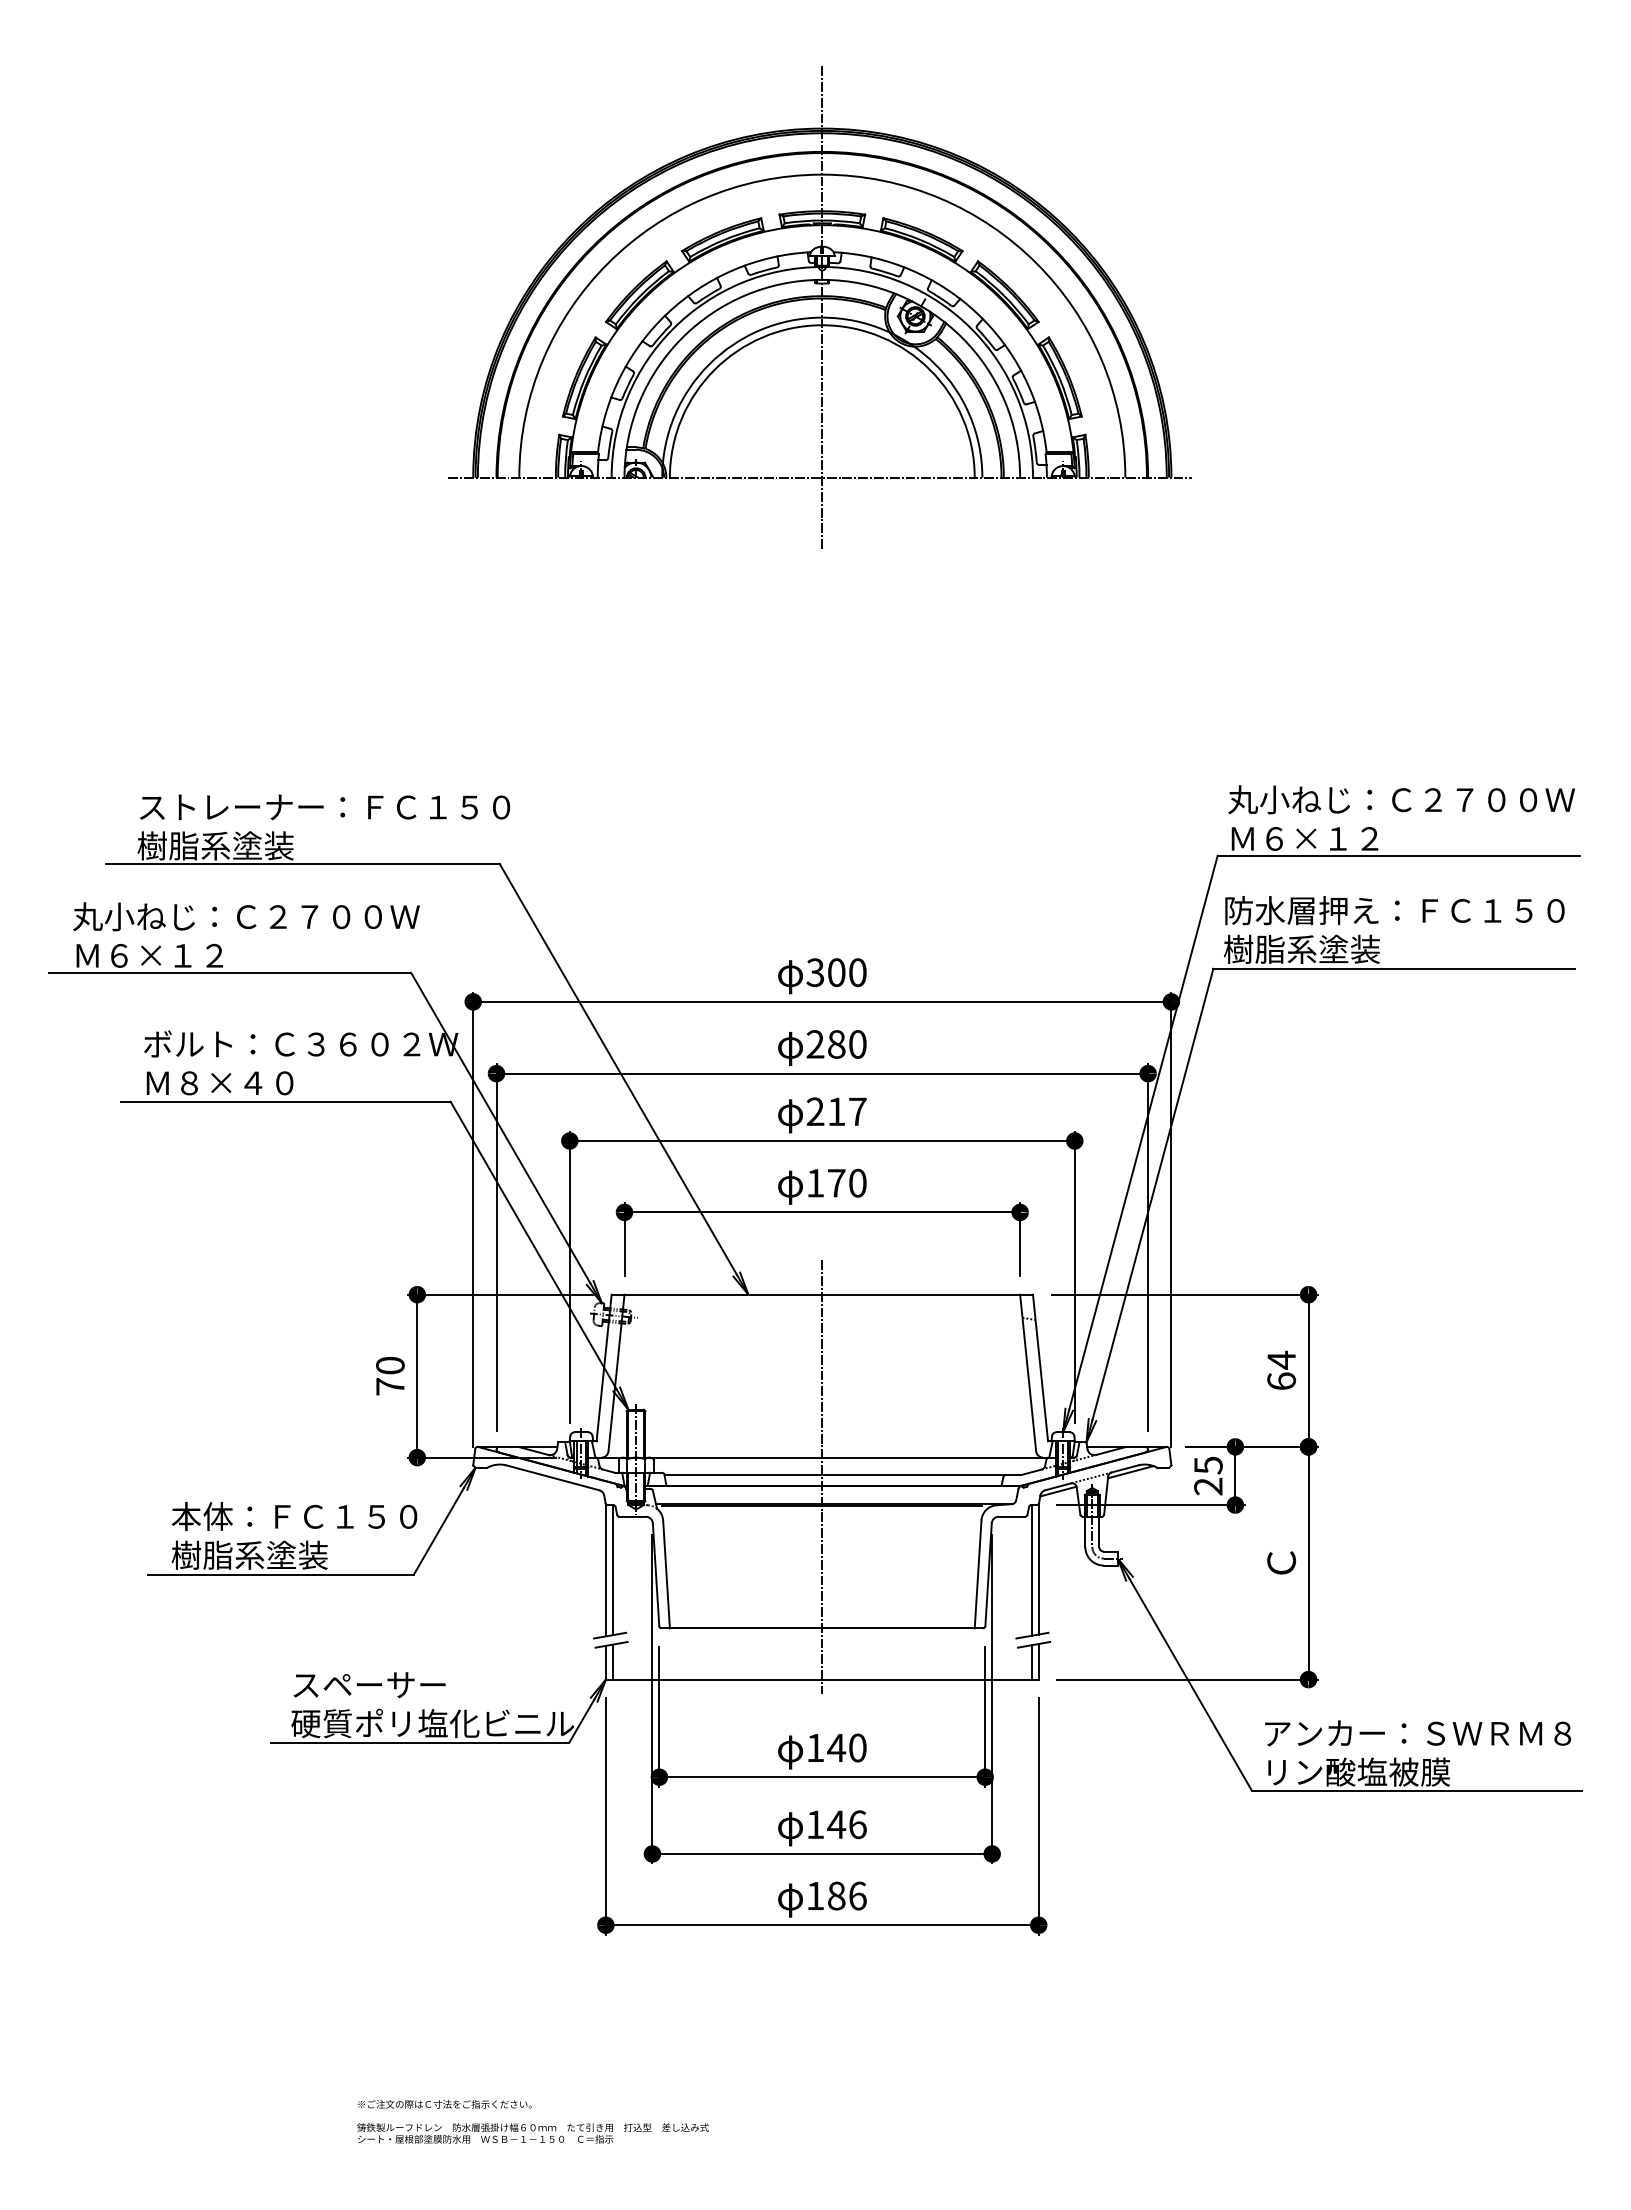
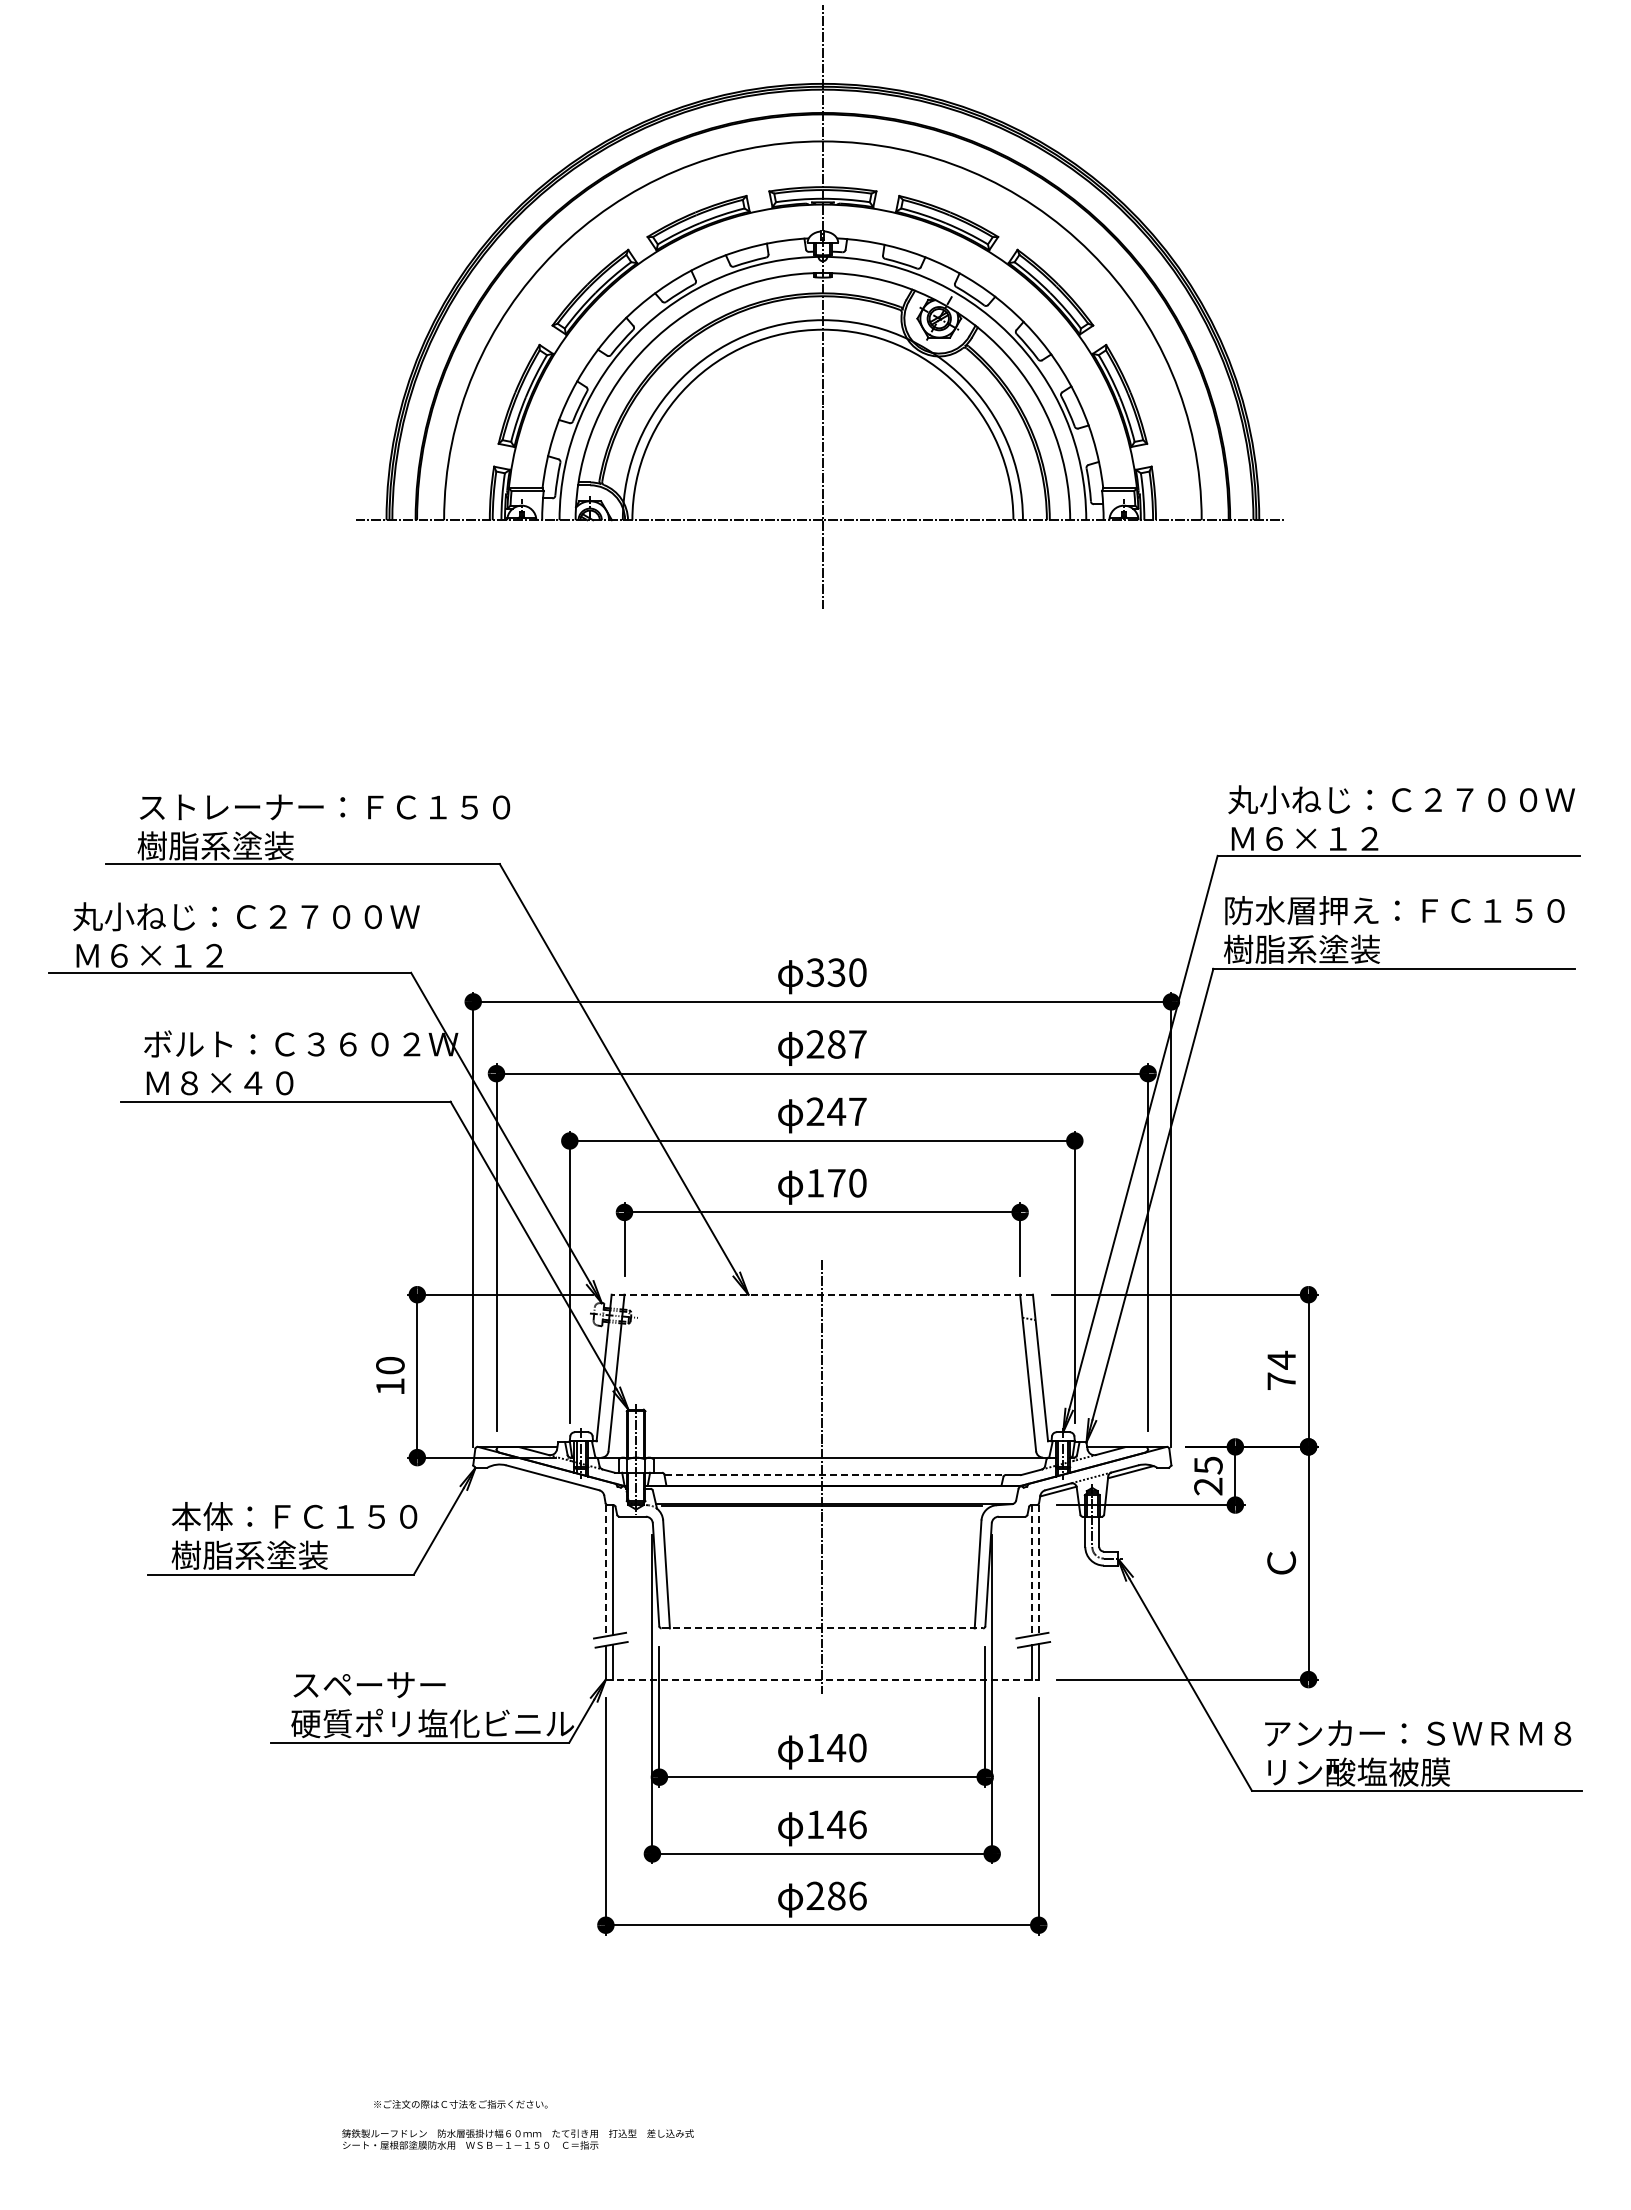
part at (819, 307) size: 744x483 px -> 928x604 px
text at (836, 972): 300 -> 330
text at (857, 1044): 280 -> 287
text at (836, 1111): 217 -> 247
line at (822, 1294): solid -> dashed
text at (1281, 1380): 64 -> 74
text at (390, 1386): 70 -> 10
line at (835, 1475): solid -> dashed
line at (1038, 1569): solid -> dashed
line at (605, 1570): solid -> dashed
line at (1031, 1570): solid -> dashed
line at (822, 1628): solid -> dashed
line at (822, 1679): solid -> dashed
text at (815, 1895): 186 -> 286
text at (444, 2104) position: (444, 2104) -> (460, 2104)
text at (532, 2133) position: (532, 2133) -> (517, 2139)
